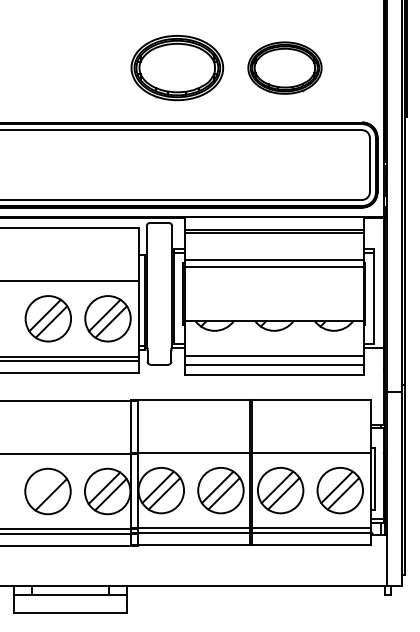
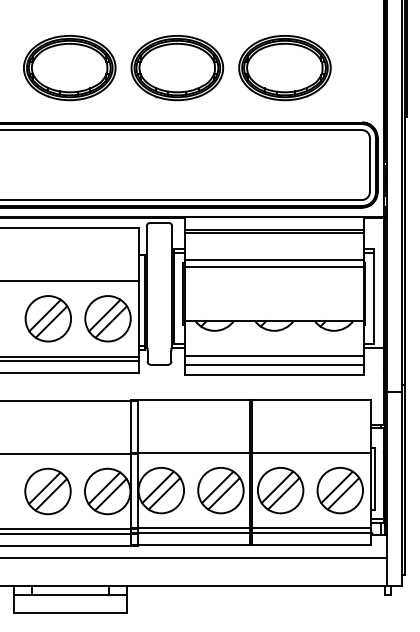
part at (284, 67) size: 76x54 px -> 94x67 px
part at (69, 68): none -> present
line at (44, 488): none -> present
line at (194, 557): none -> present
